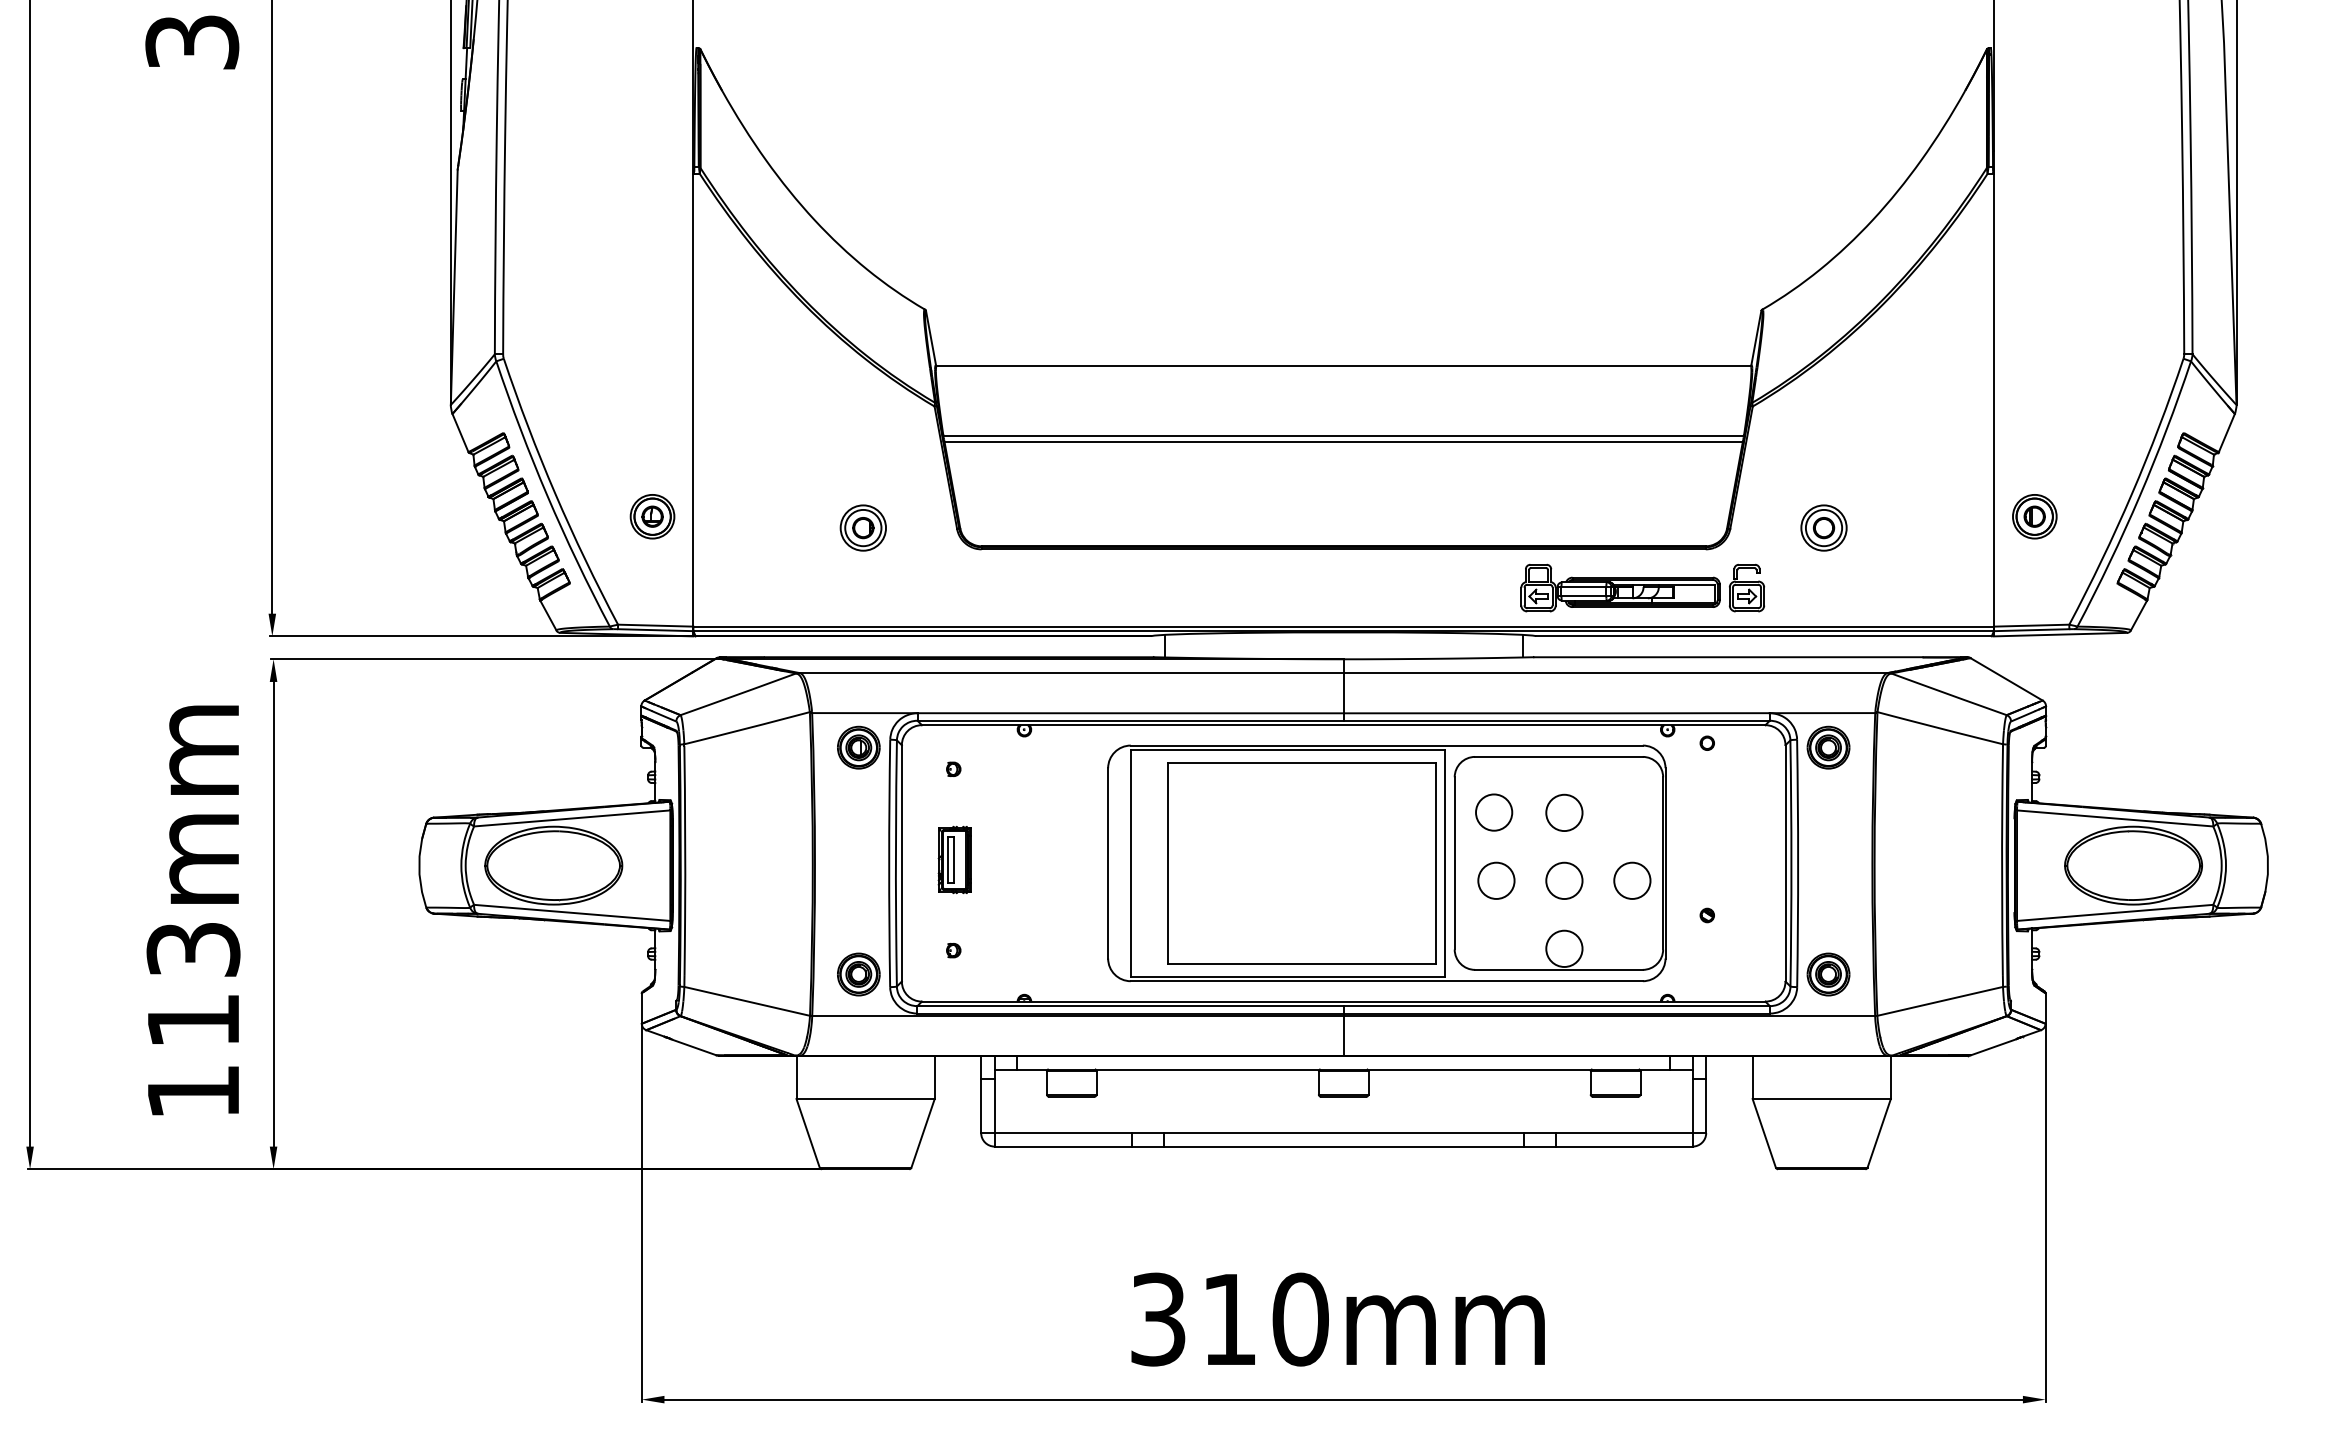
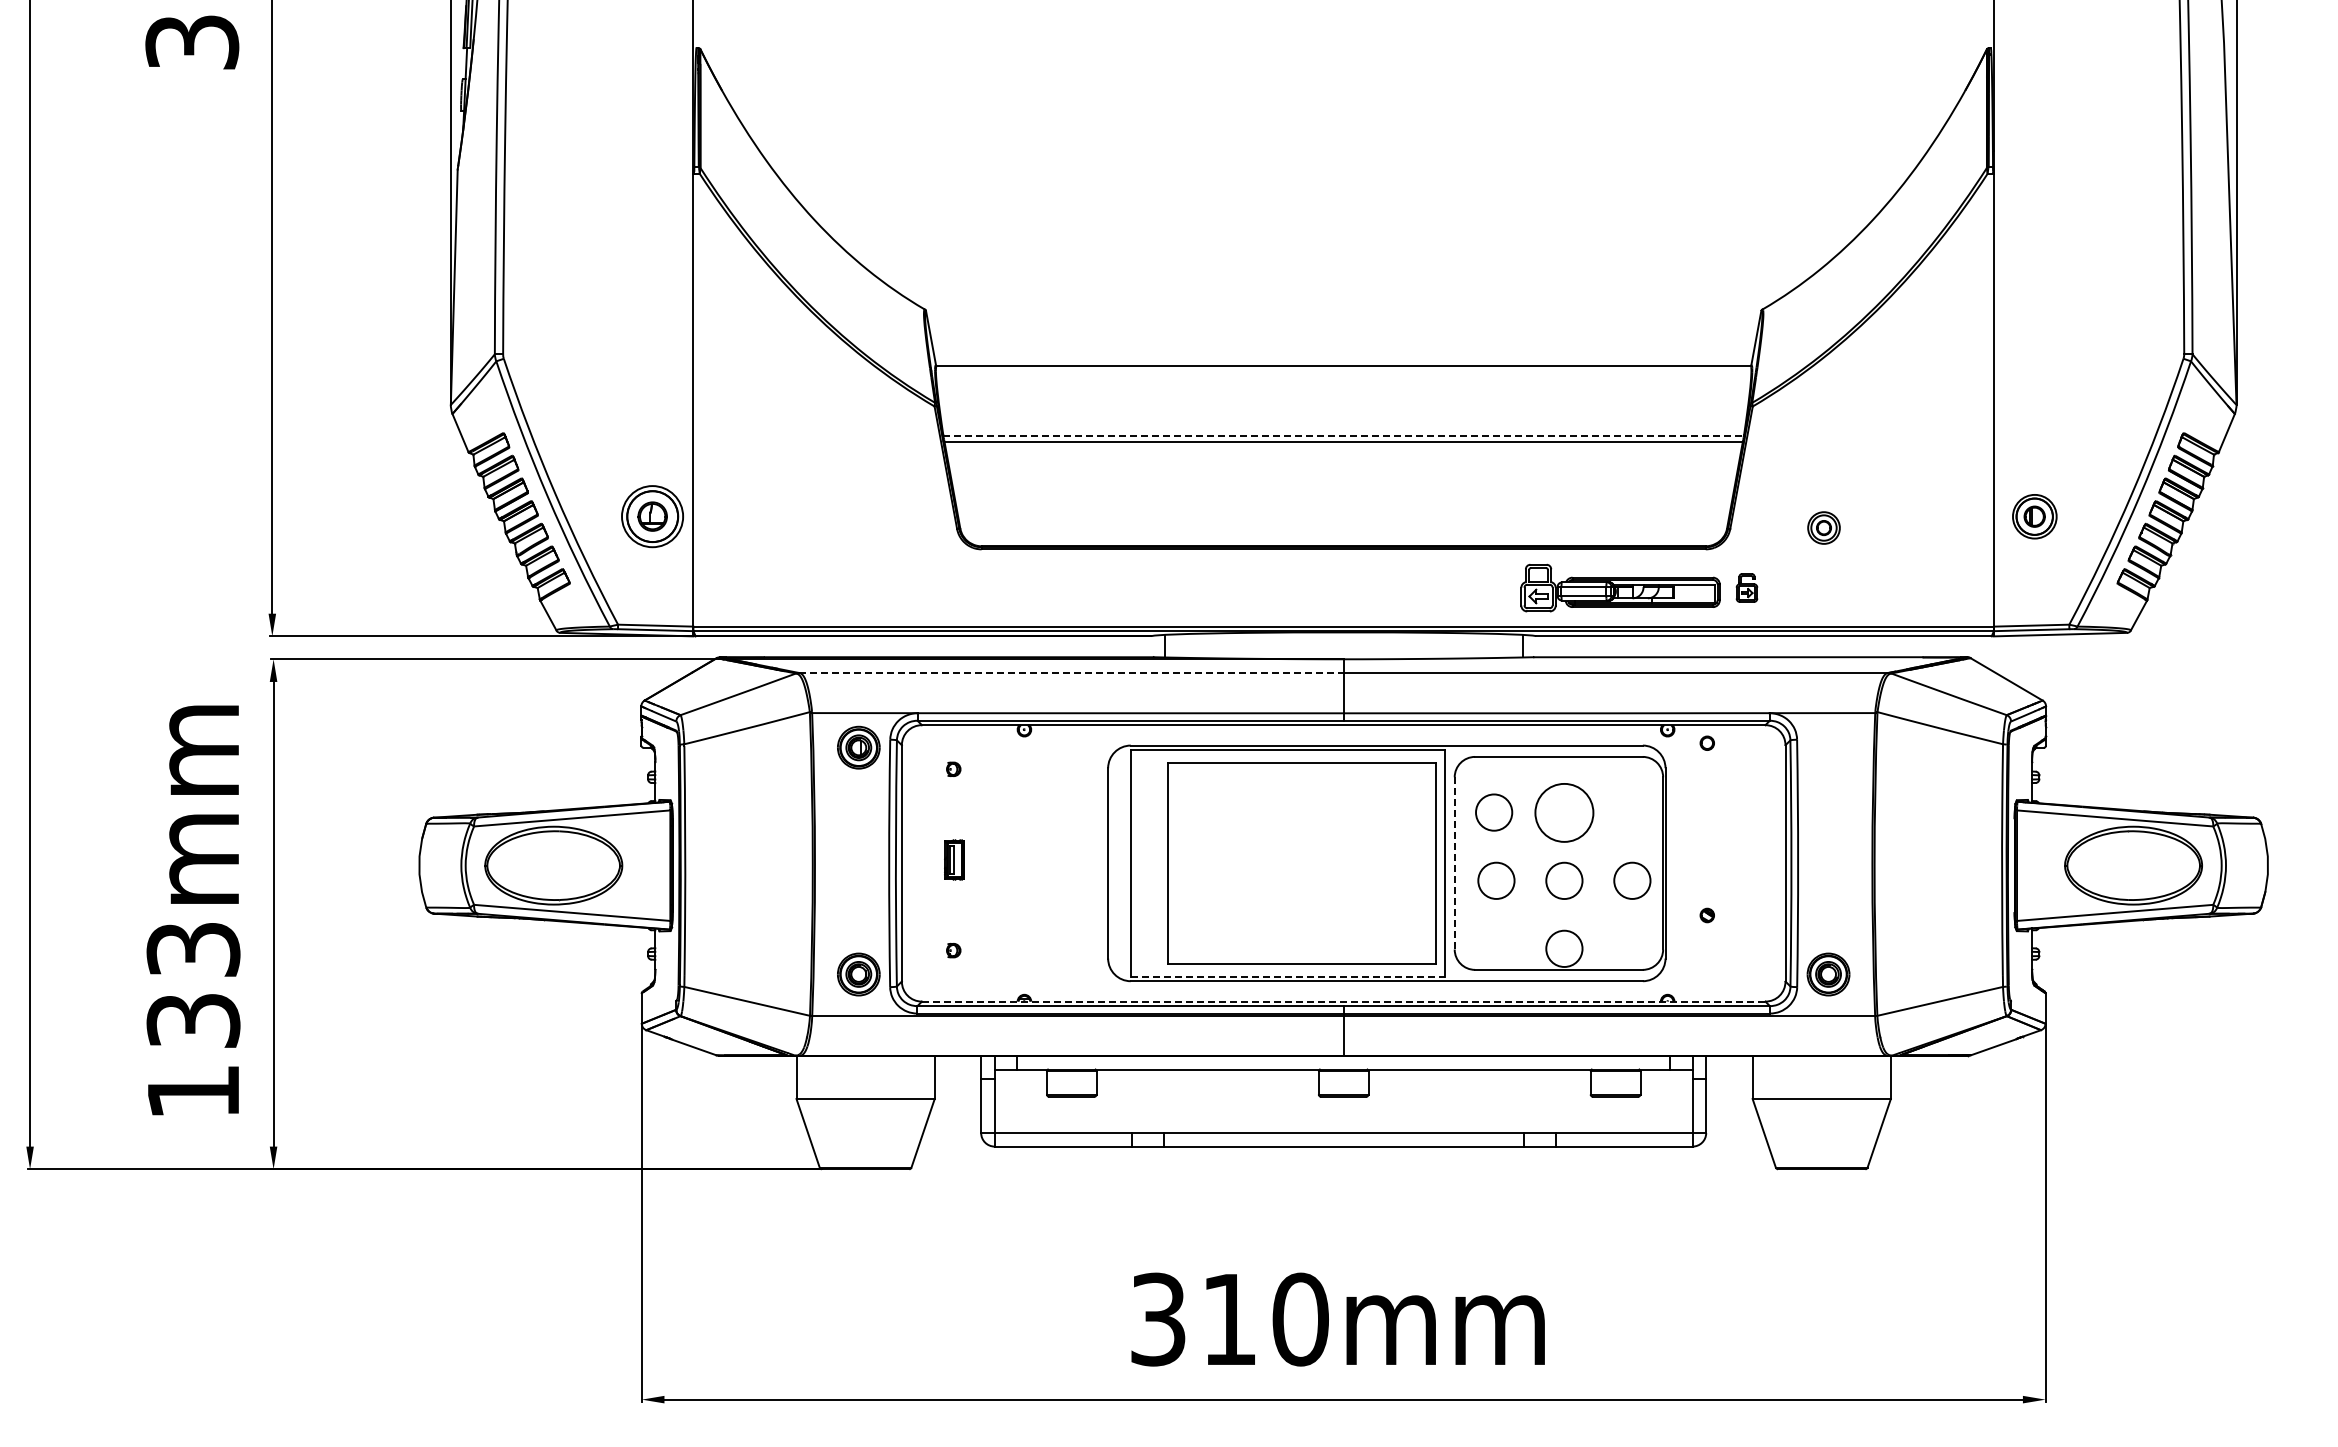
line at (1344, 435): solid -> dashed
part at (652, 516) size: 47x46 px -> 63x64 px
part at (862, 527): present -> none
part at (1823, 527) size: 48x48 px -> 34x34 px
part at (1746, 587) size: 36x50 px -> 24x30 px
line at (1072, 673): solid -> dashed
part at (1828, 747): present -> none
circle at (1564, 812) diameter: 36 px -> 58 px
part at (954, 859) size: 35x70 px -> 21x42 px
line at (1454, 862): solid -> dashed
line at (1288, 976): solid -> dashed
line at (1343, 1001): solid -> dashed
text at (193, 1020): 113mm -> 133mm
